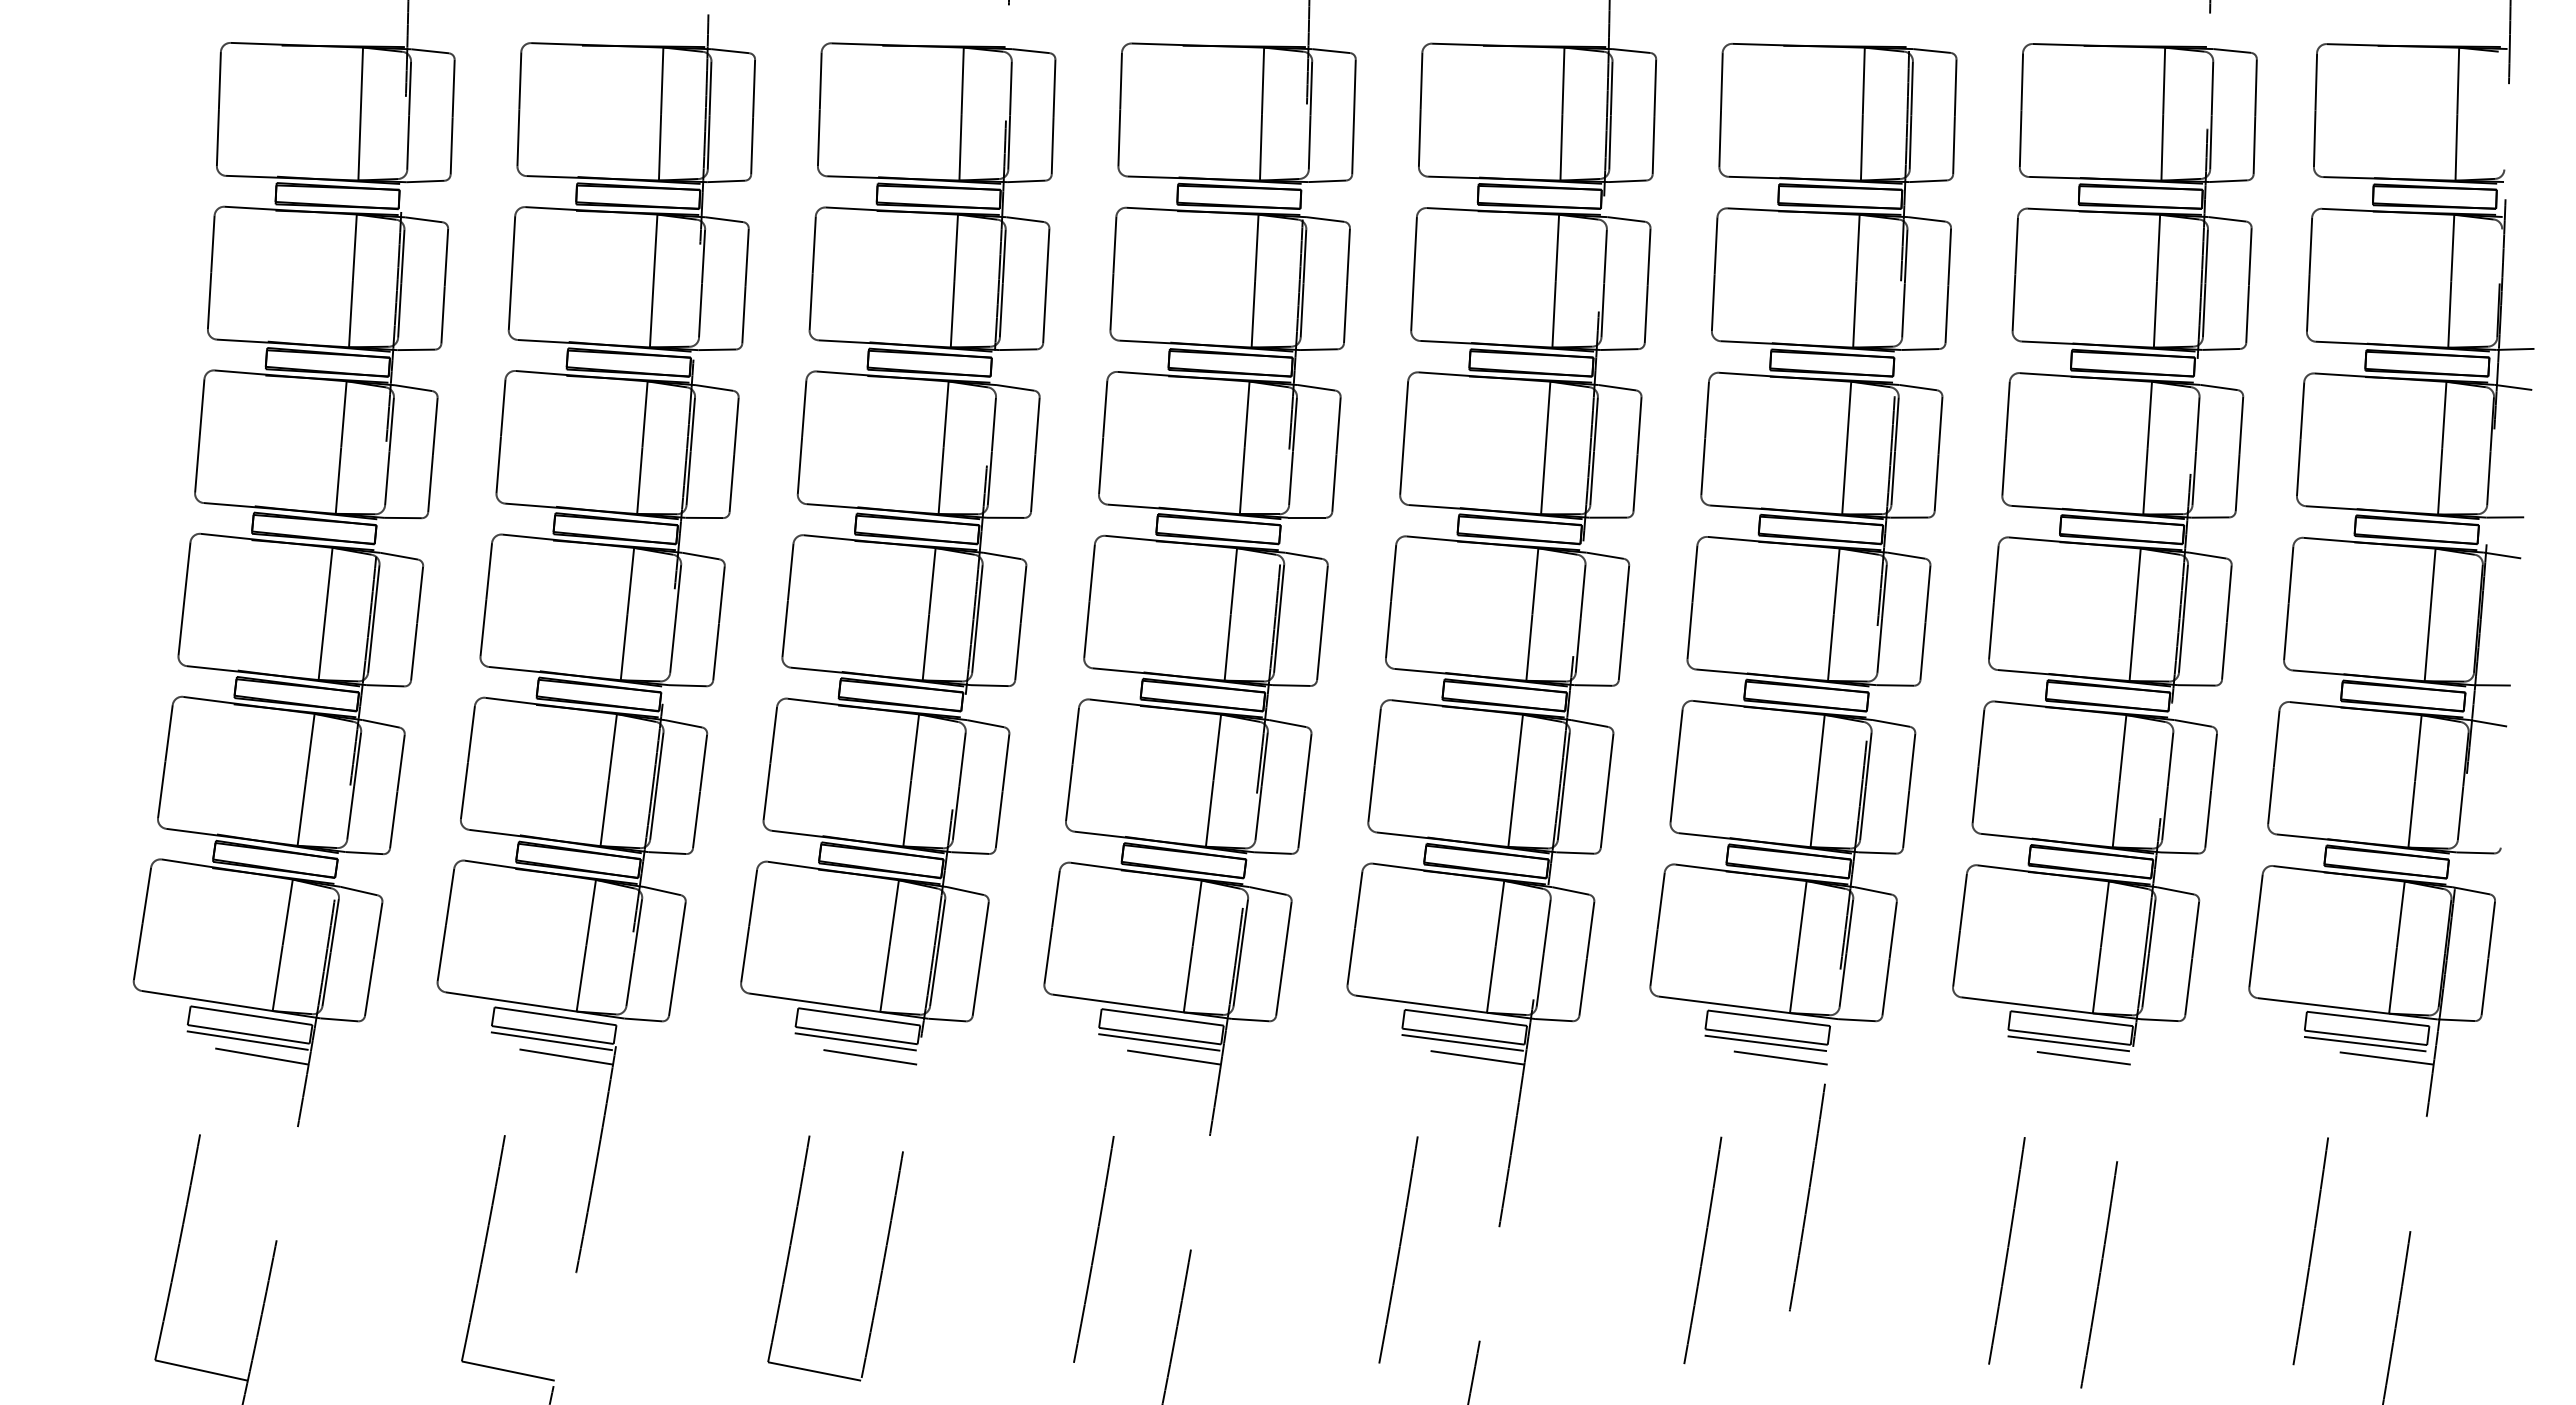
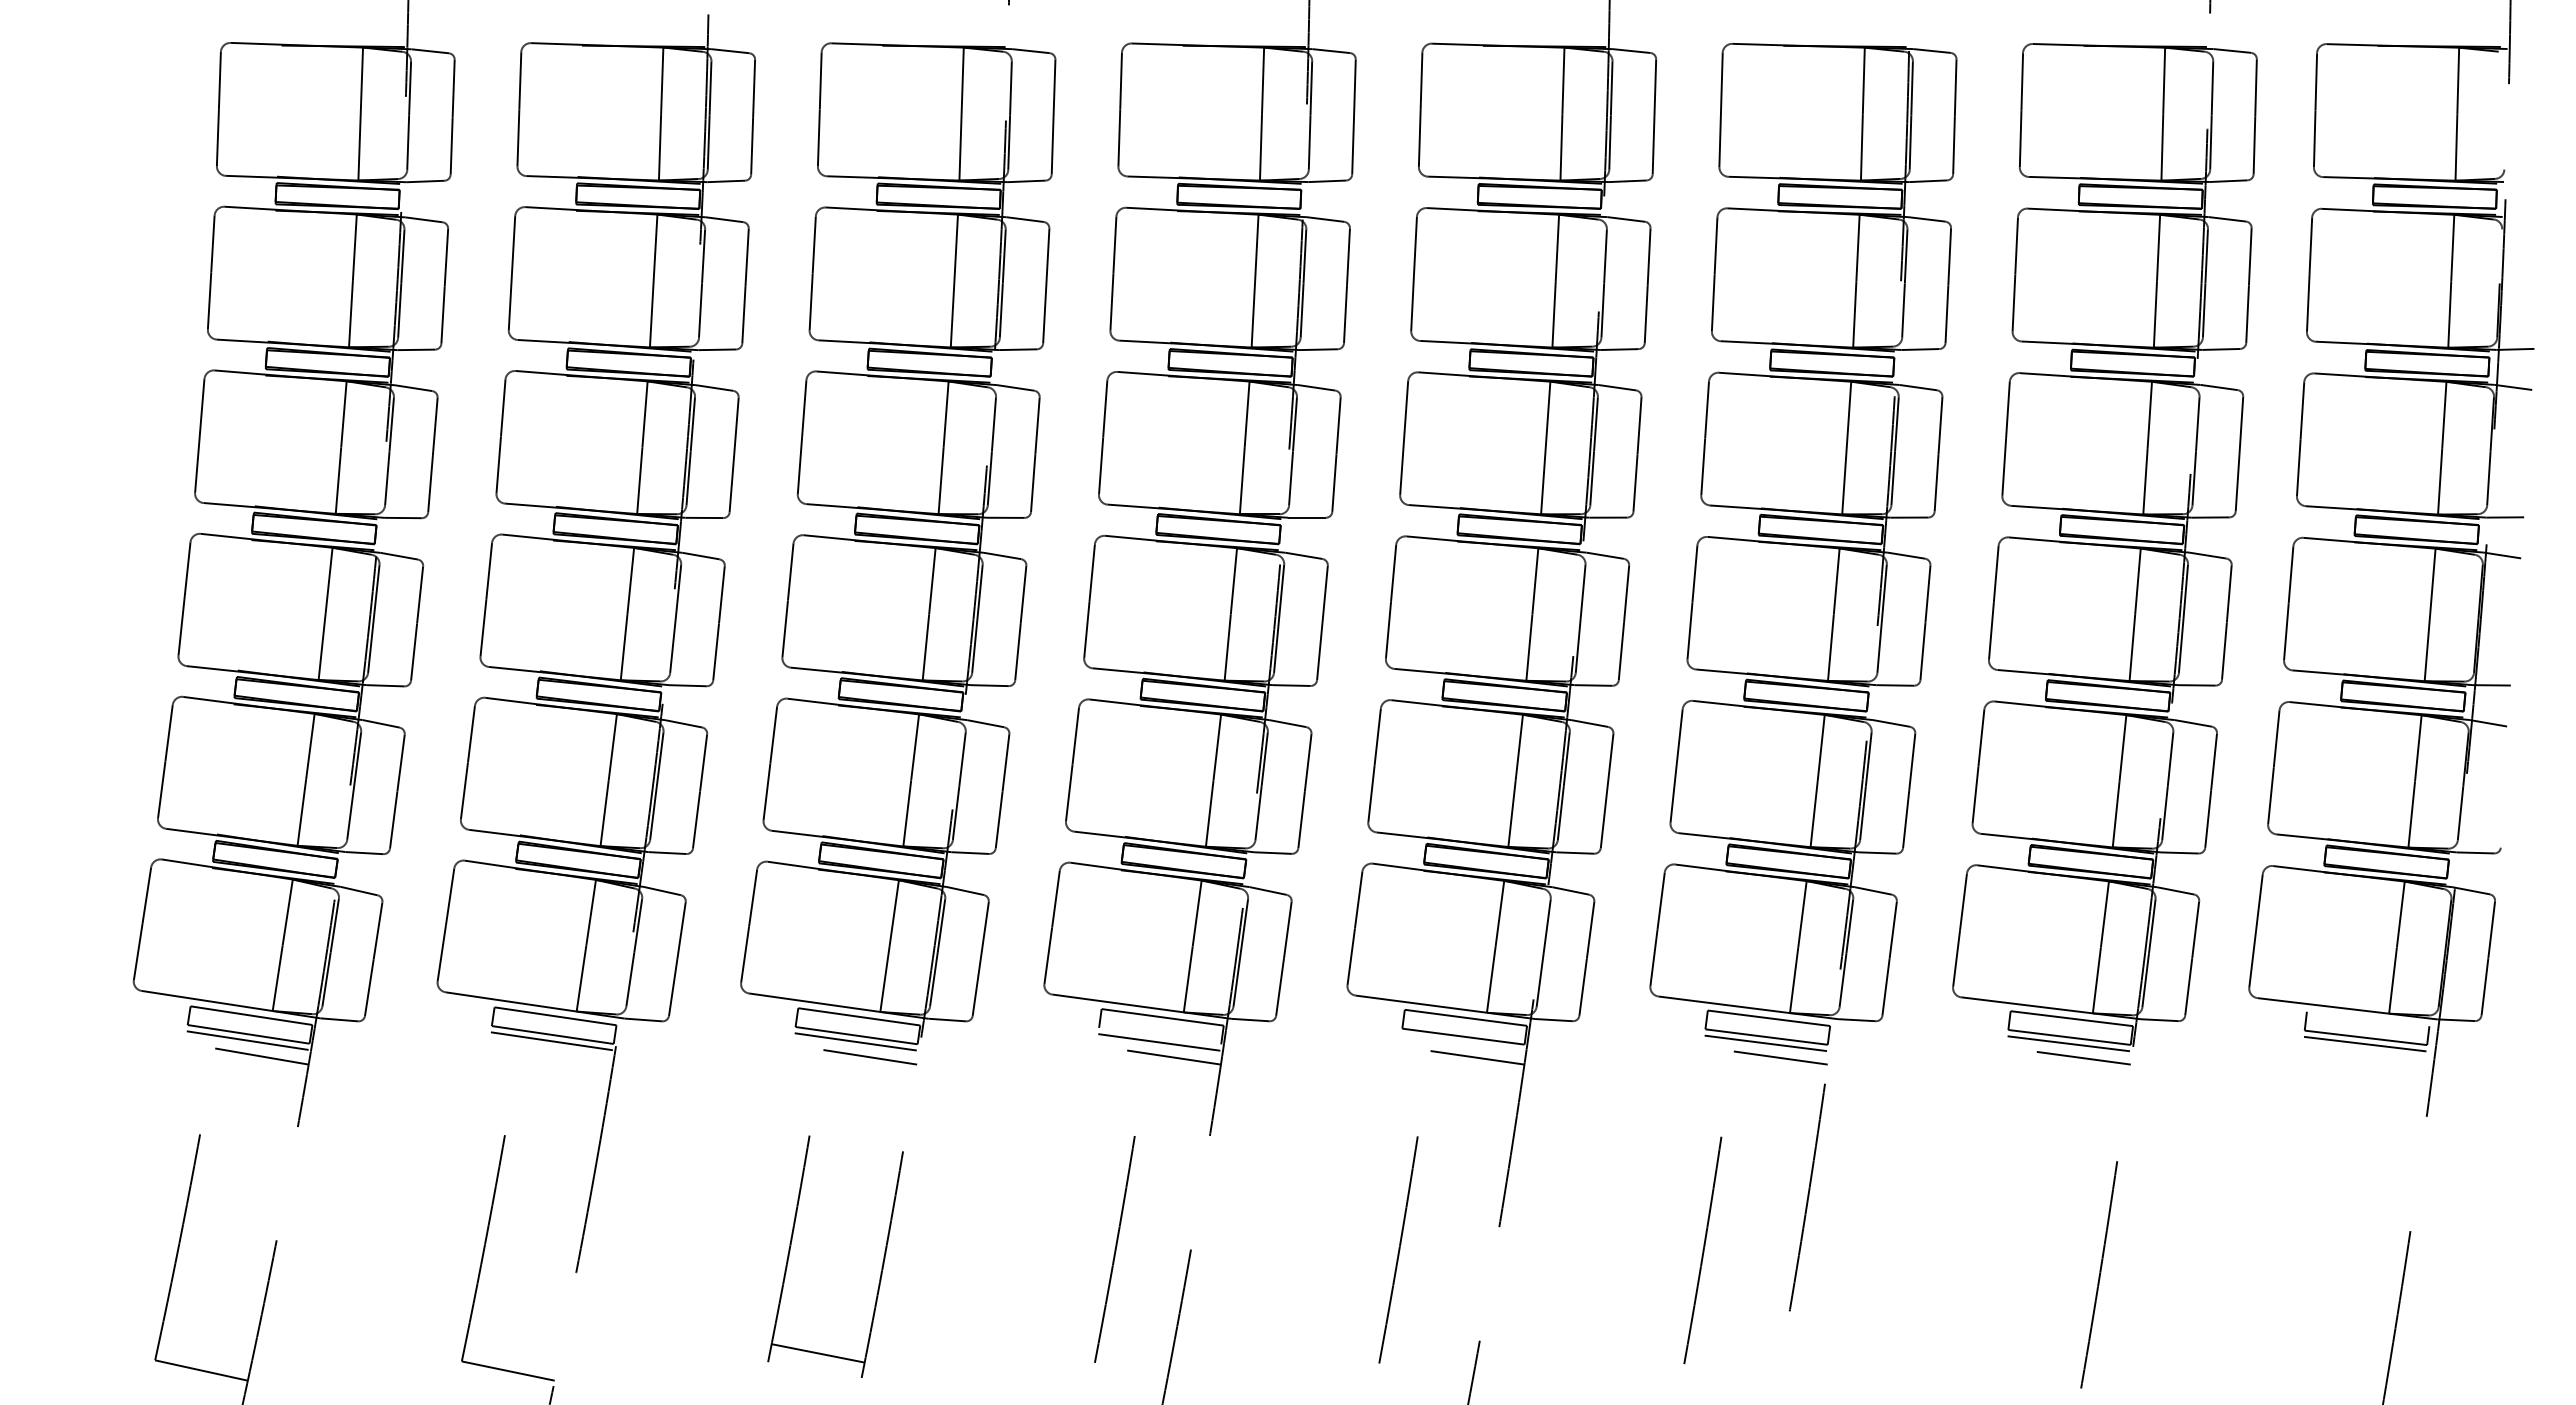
line at (2367, 1018): present -> none
line at (1160, 1035): present -> none
line at (1462, 1042): present -> none
line at (566, 1056): present -> none
line at (2386, 1058): present -> none
line at (1093, 1249) position: (1093, 1249) -> (1114, 1249)
line at (2006, 1250): present -> none
line at (2310, 1251): present -> none
line at (814, 1371) position: (814, 1371) -> (818, 1353)
